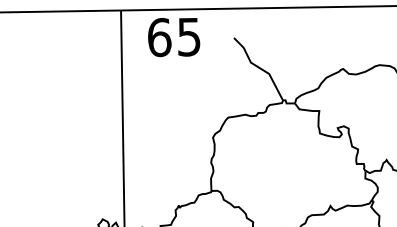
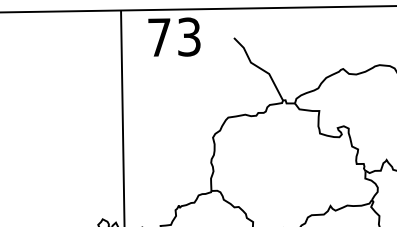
text at (174, 37): 65 -> 73
